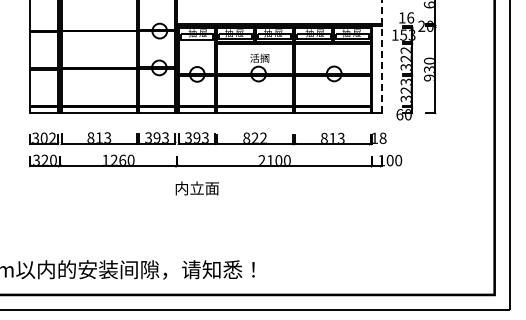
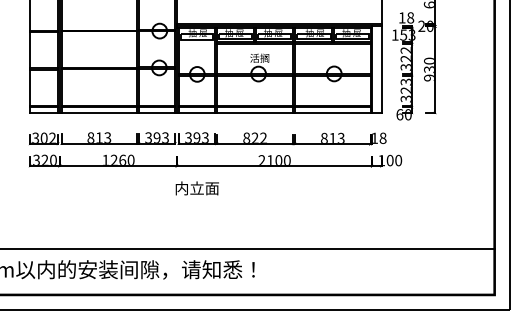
text at (410, 17): 16 -> 18
line at (381, 55): dashed -> solid
line at (248, 248): none -> present
